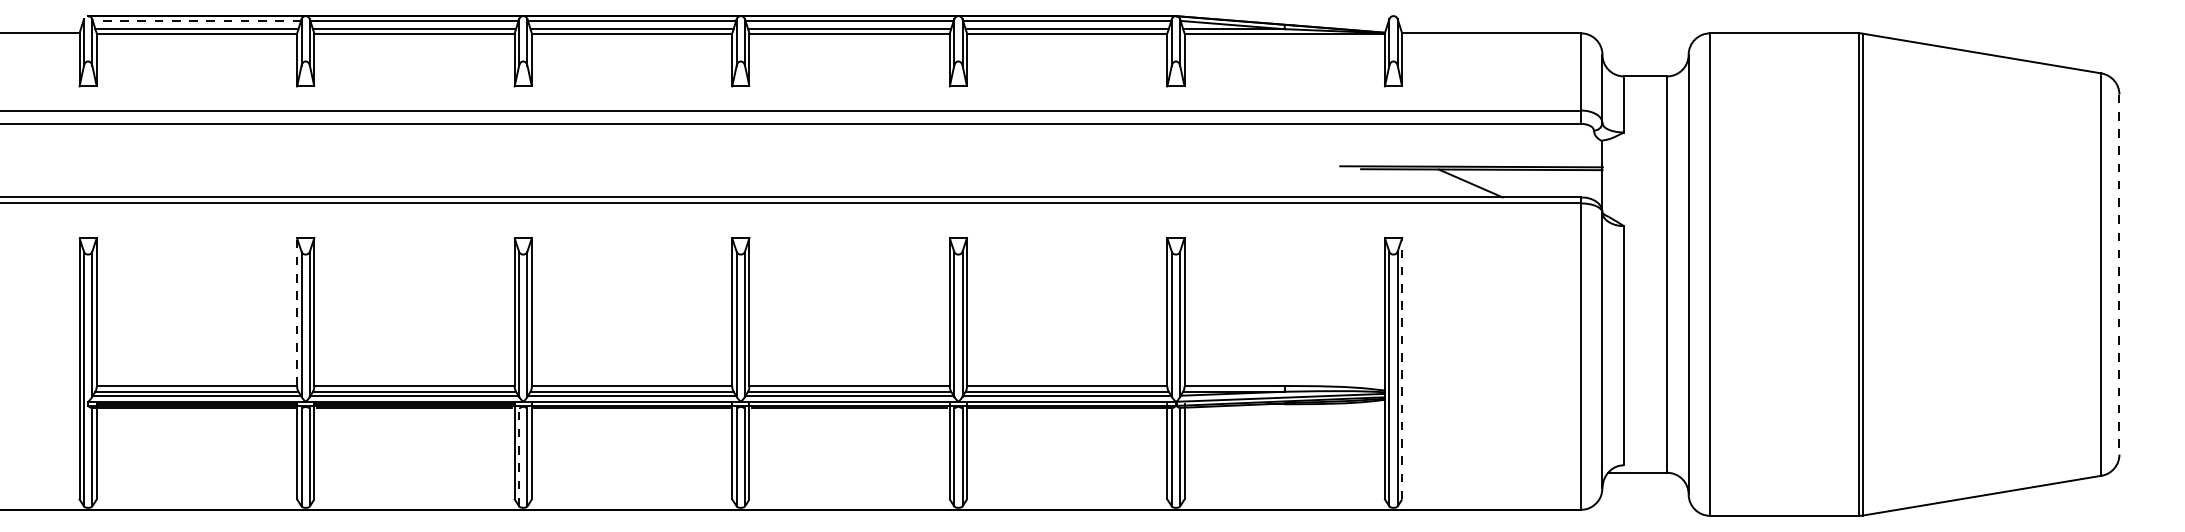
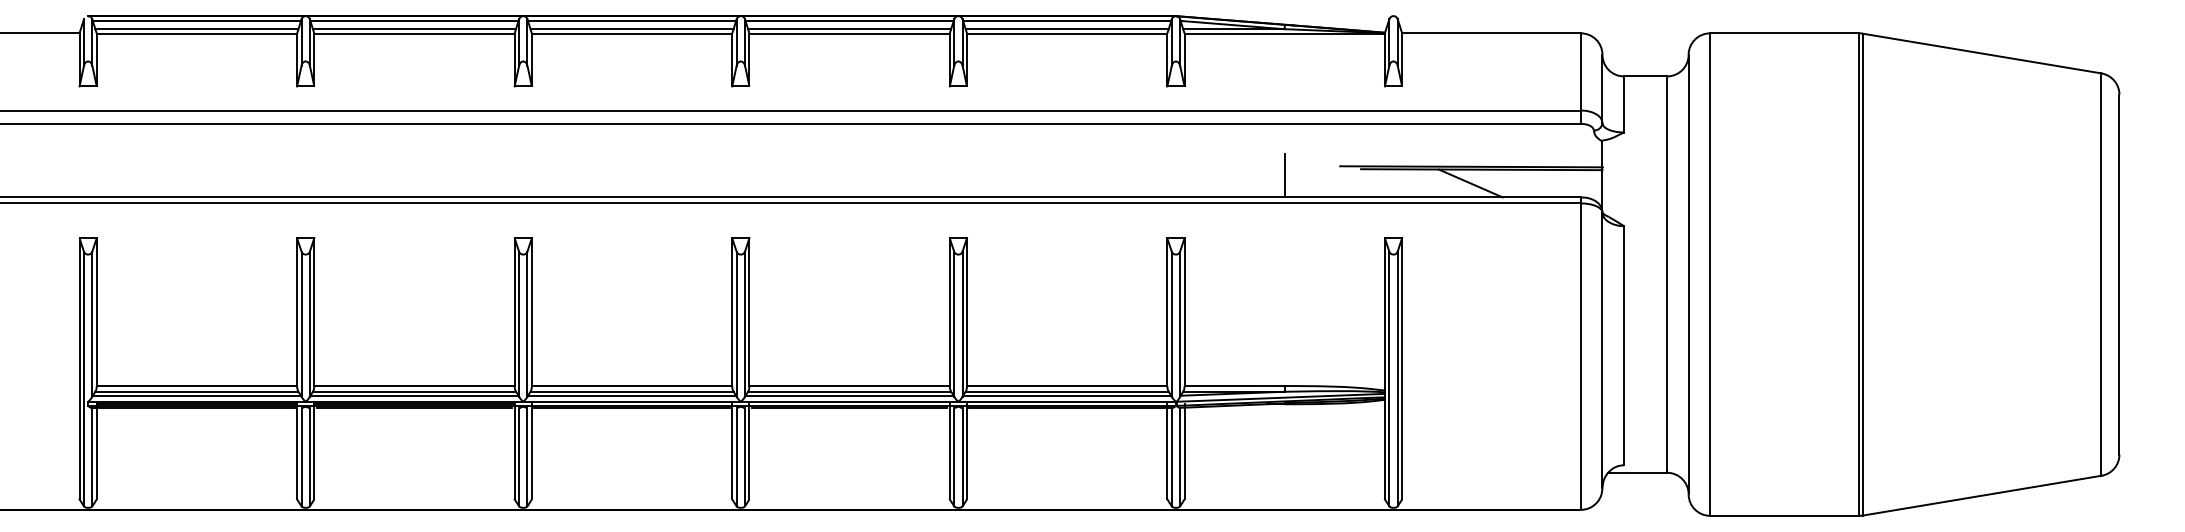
line at (196, 20): dashed -> solid
line at (1284, 175): none -> present
line at (2119, 274): dashed -> solid
line at (297, 312): dashed -> solid
line at (1402, 368): dashed -> solid
line at (519, 456): dashed -> solid
